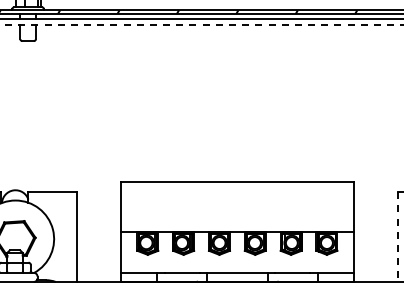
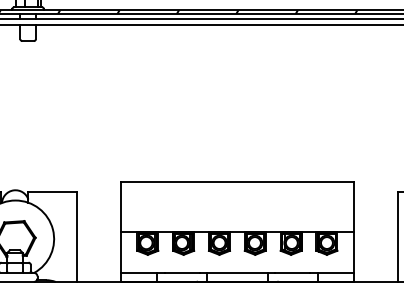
line at (202, 25): dashed -> solid
line at (397, 237): dashed -> solid
